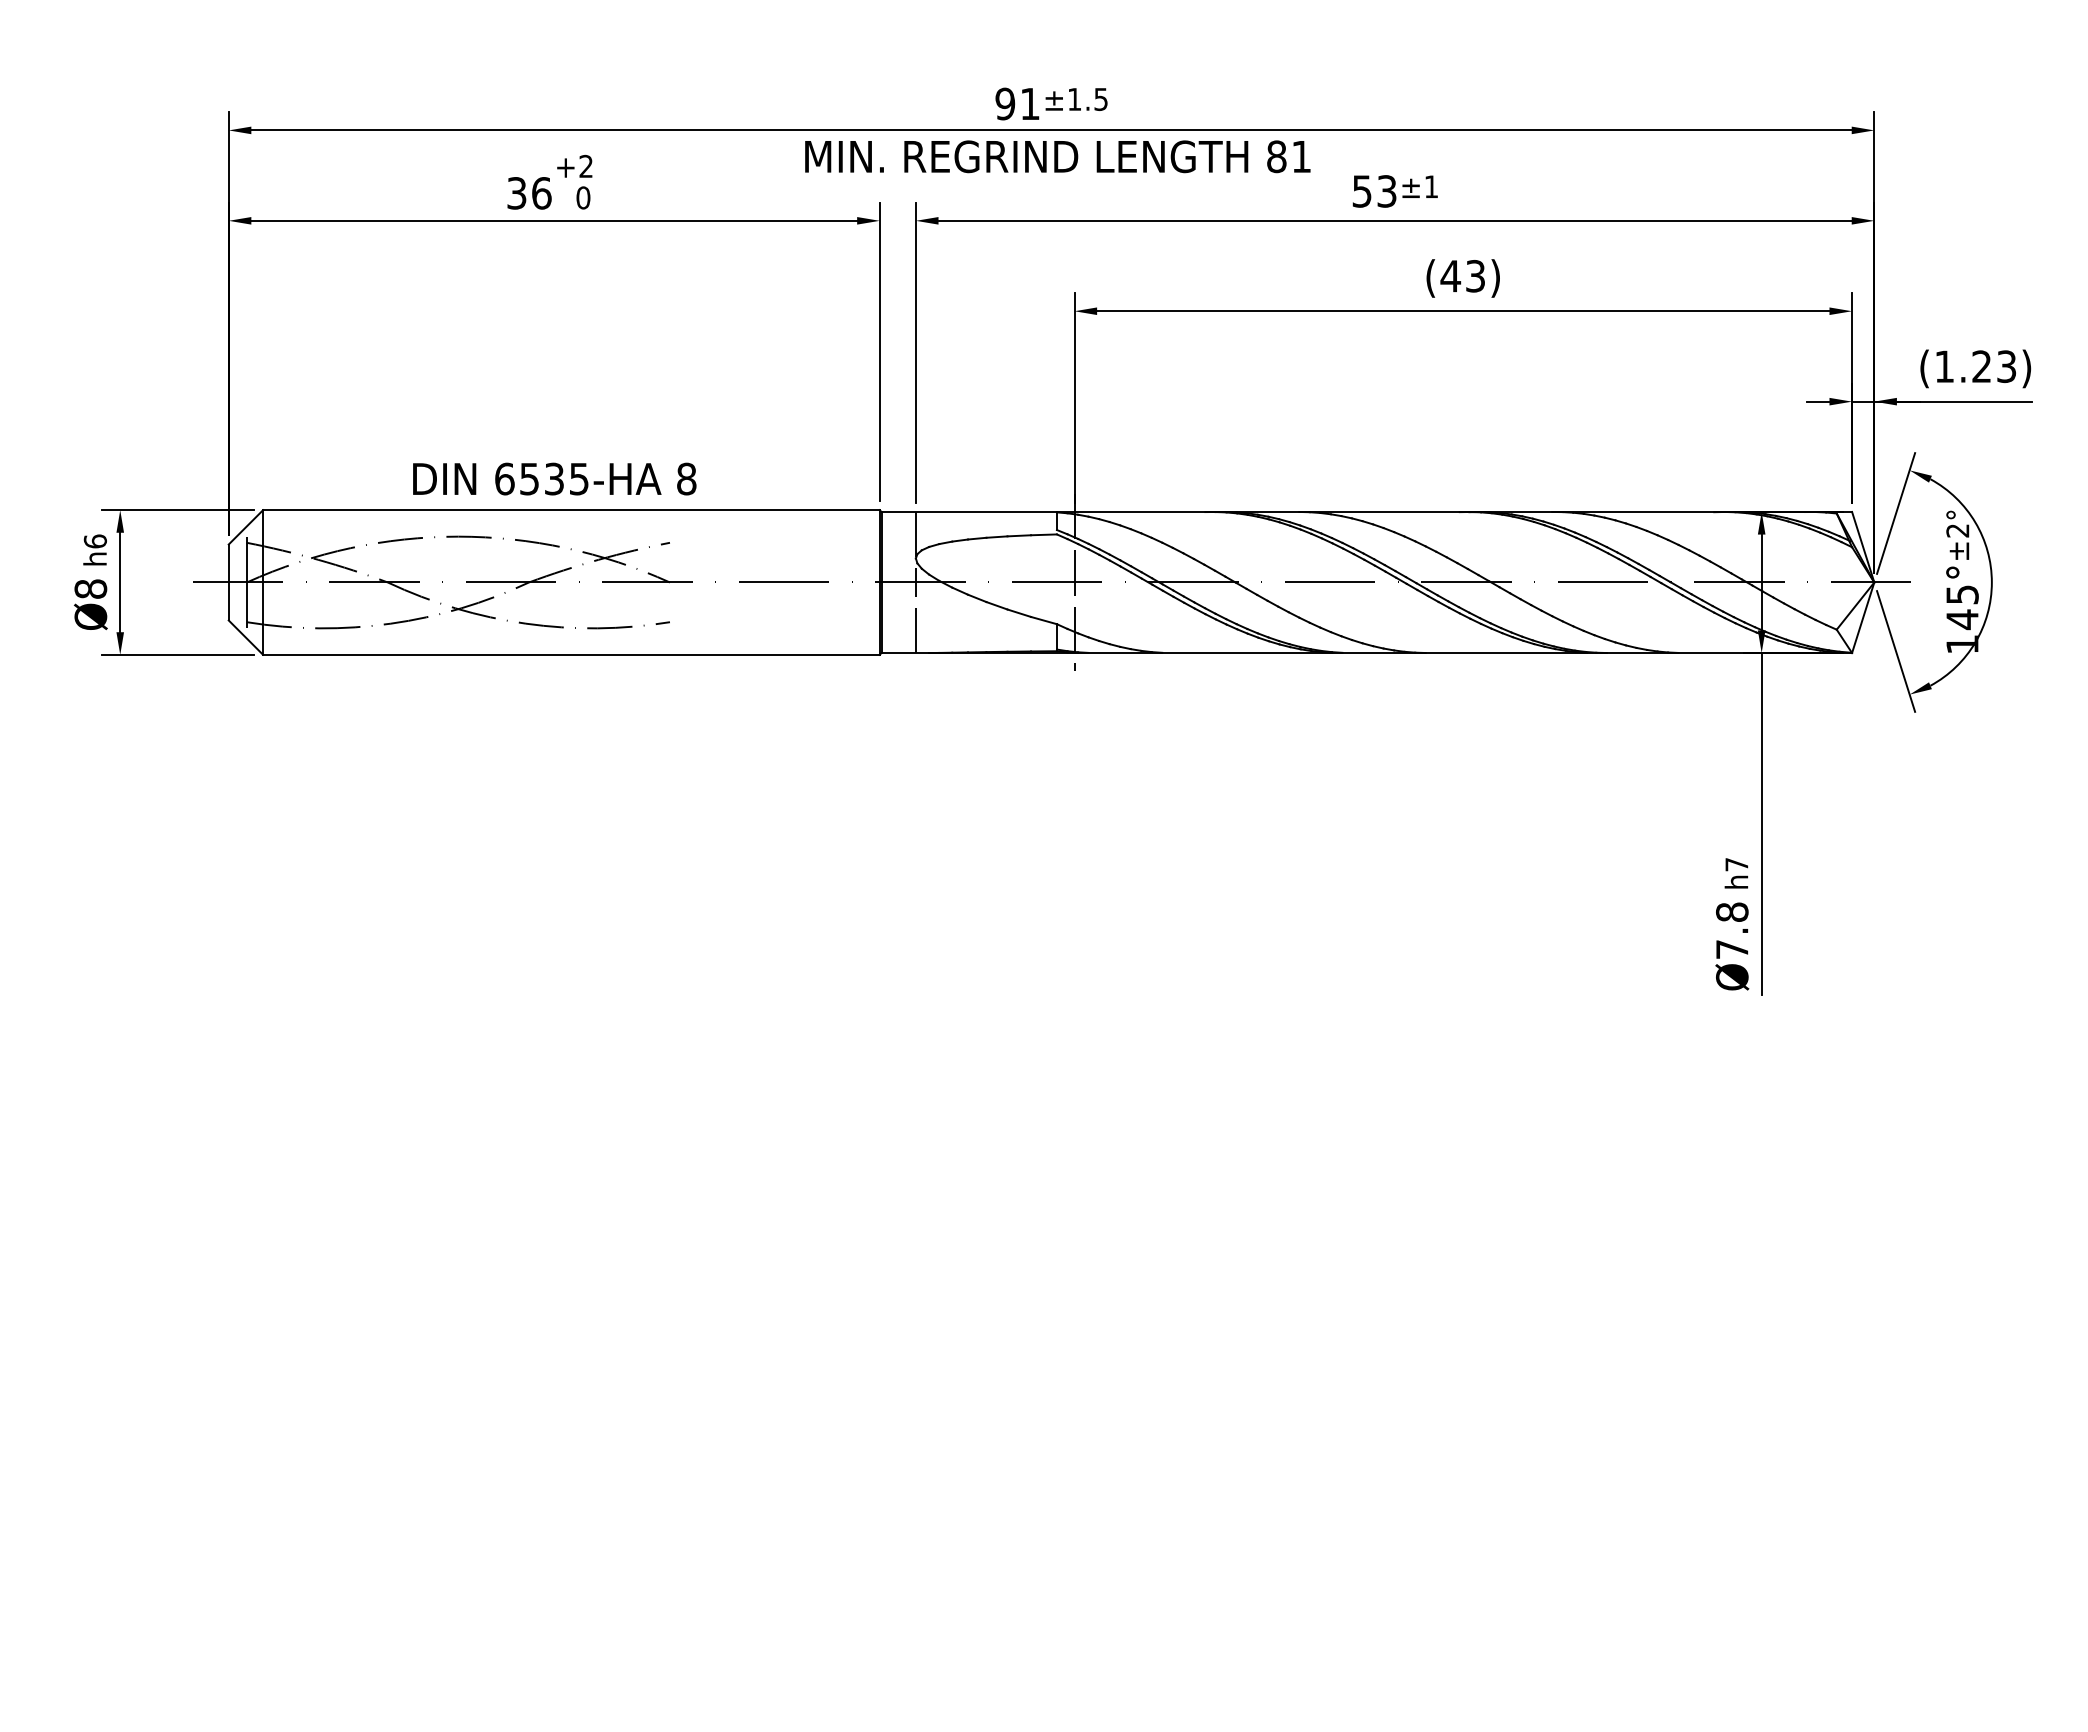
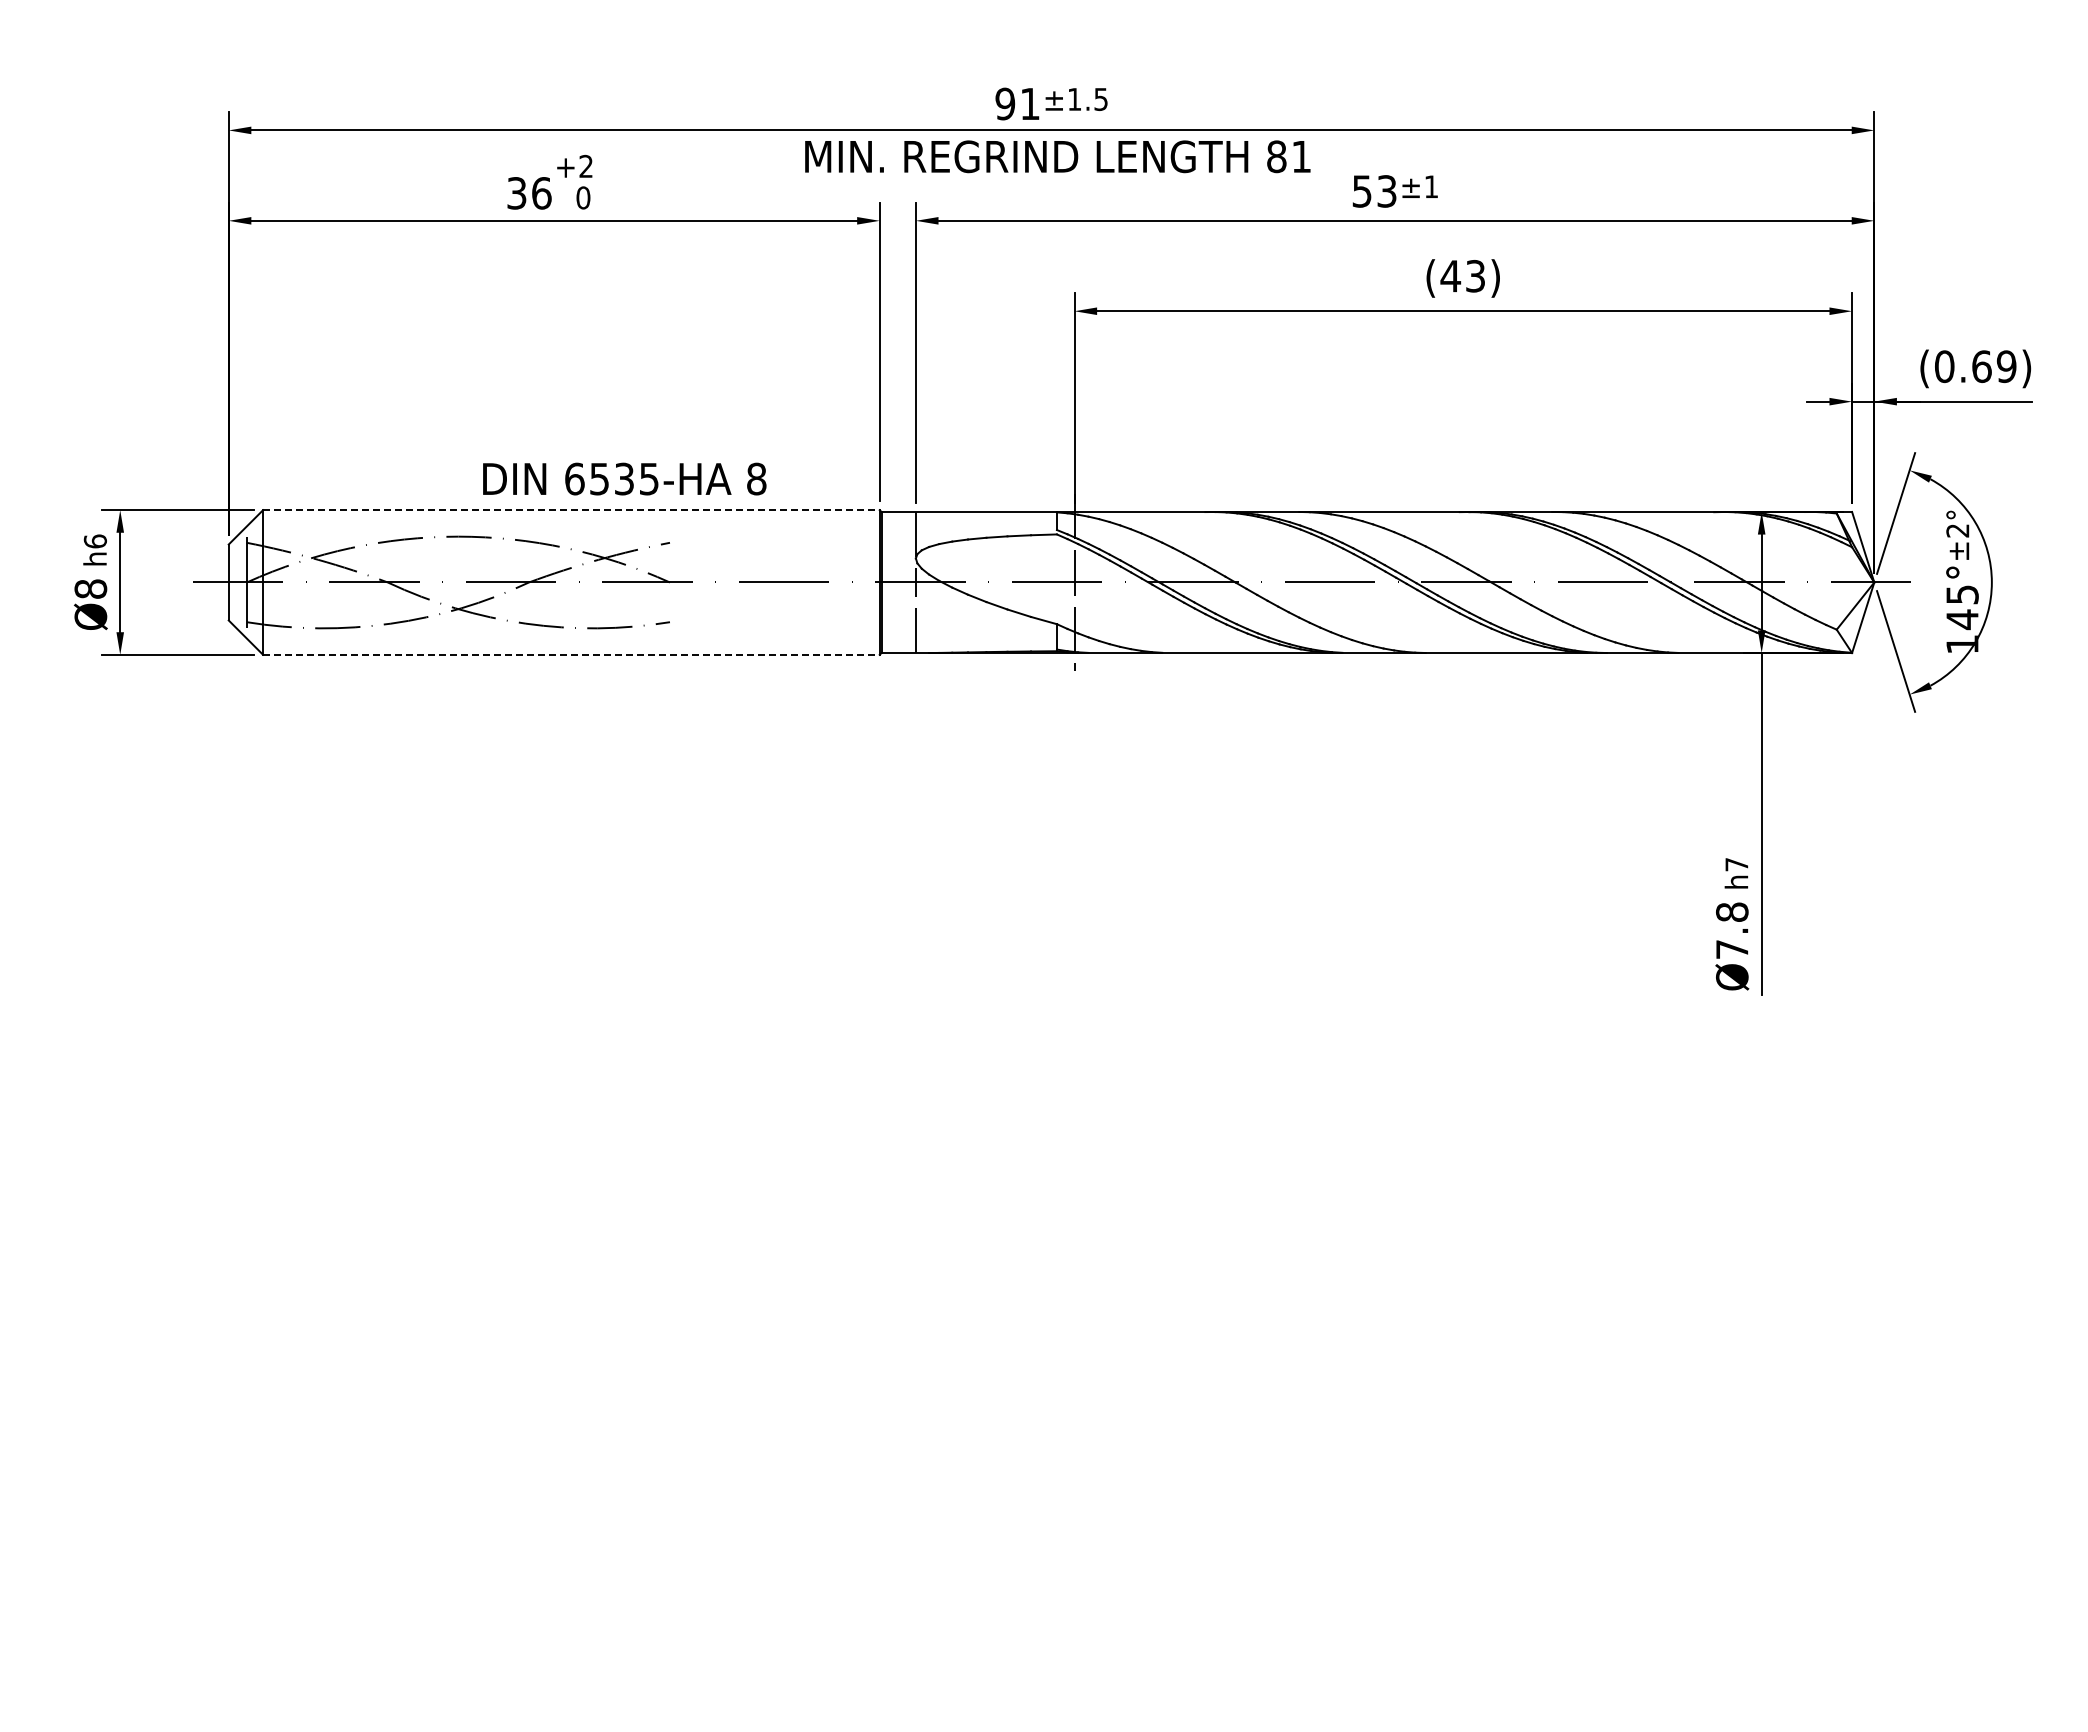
text at (1975, 366): (1.23) -> (0.69)
text at (554, 478) position: (554, 478) -> (624, 478)
line at (571, 510): solid -> dashed
line at (571, 654): solid -> dashed
